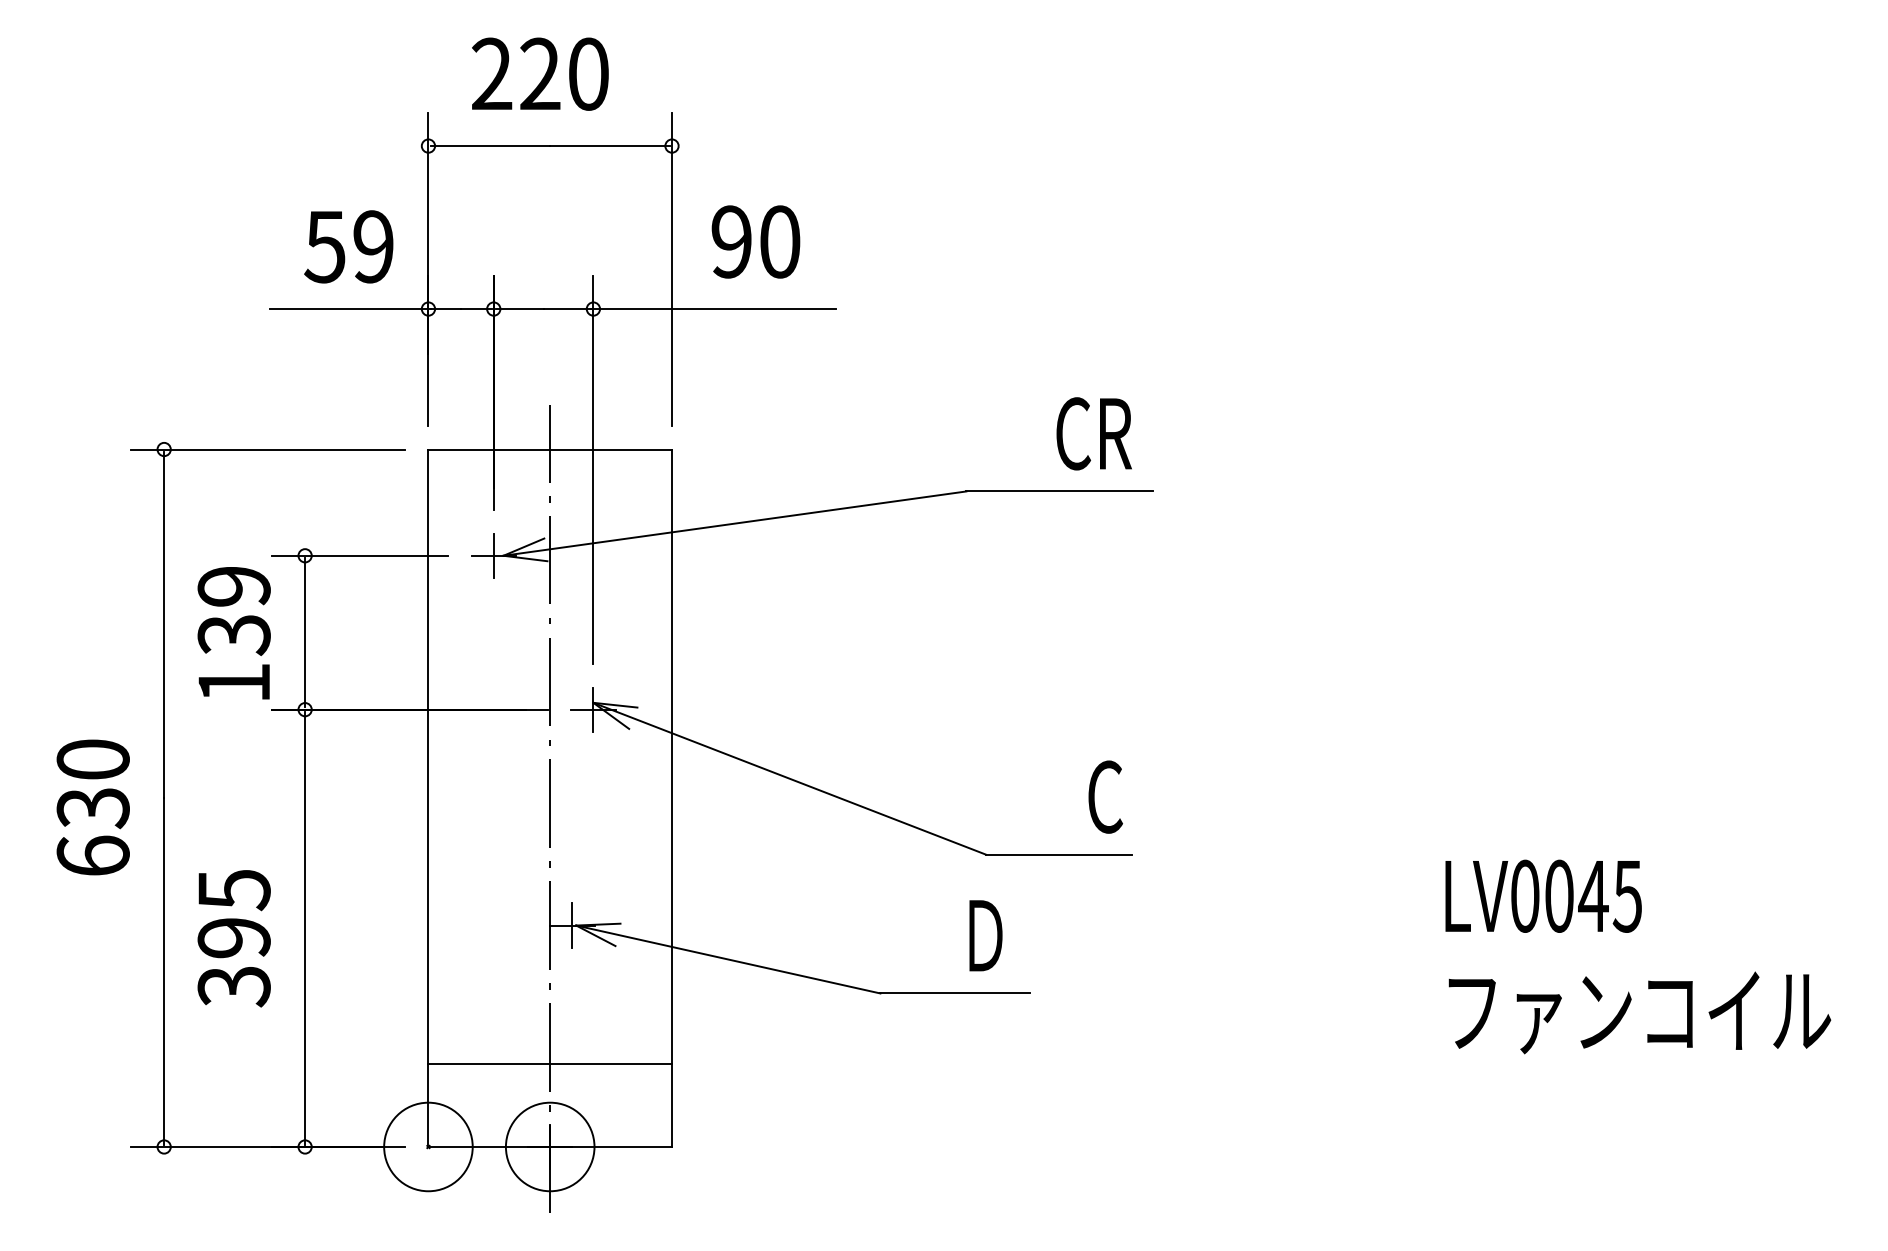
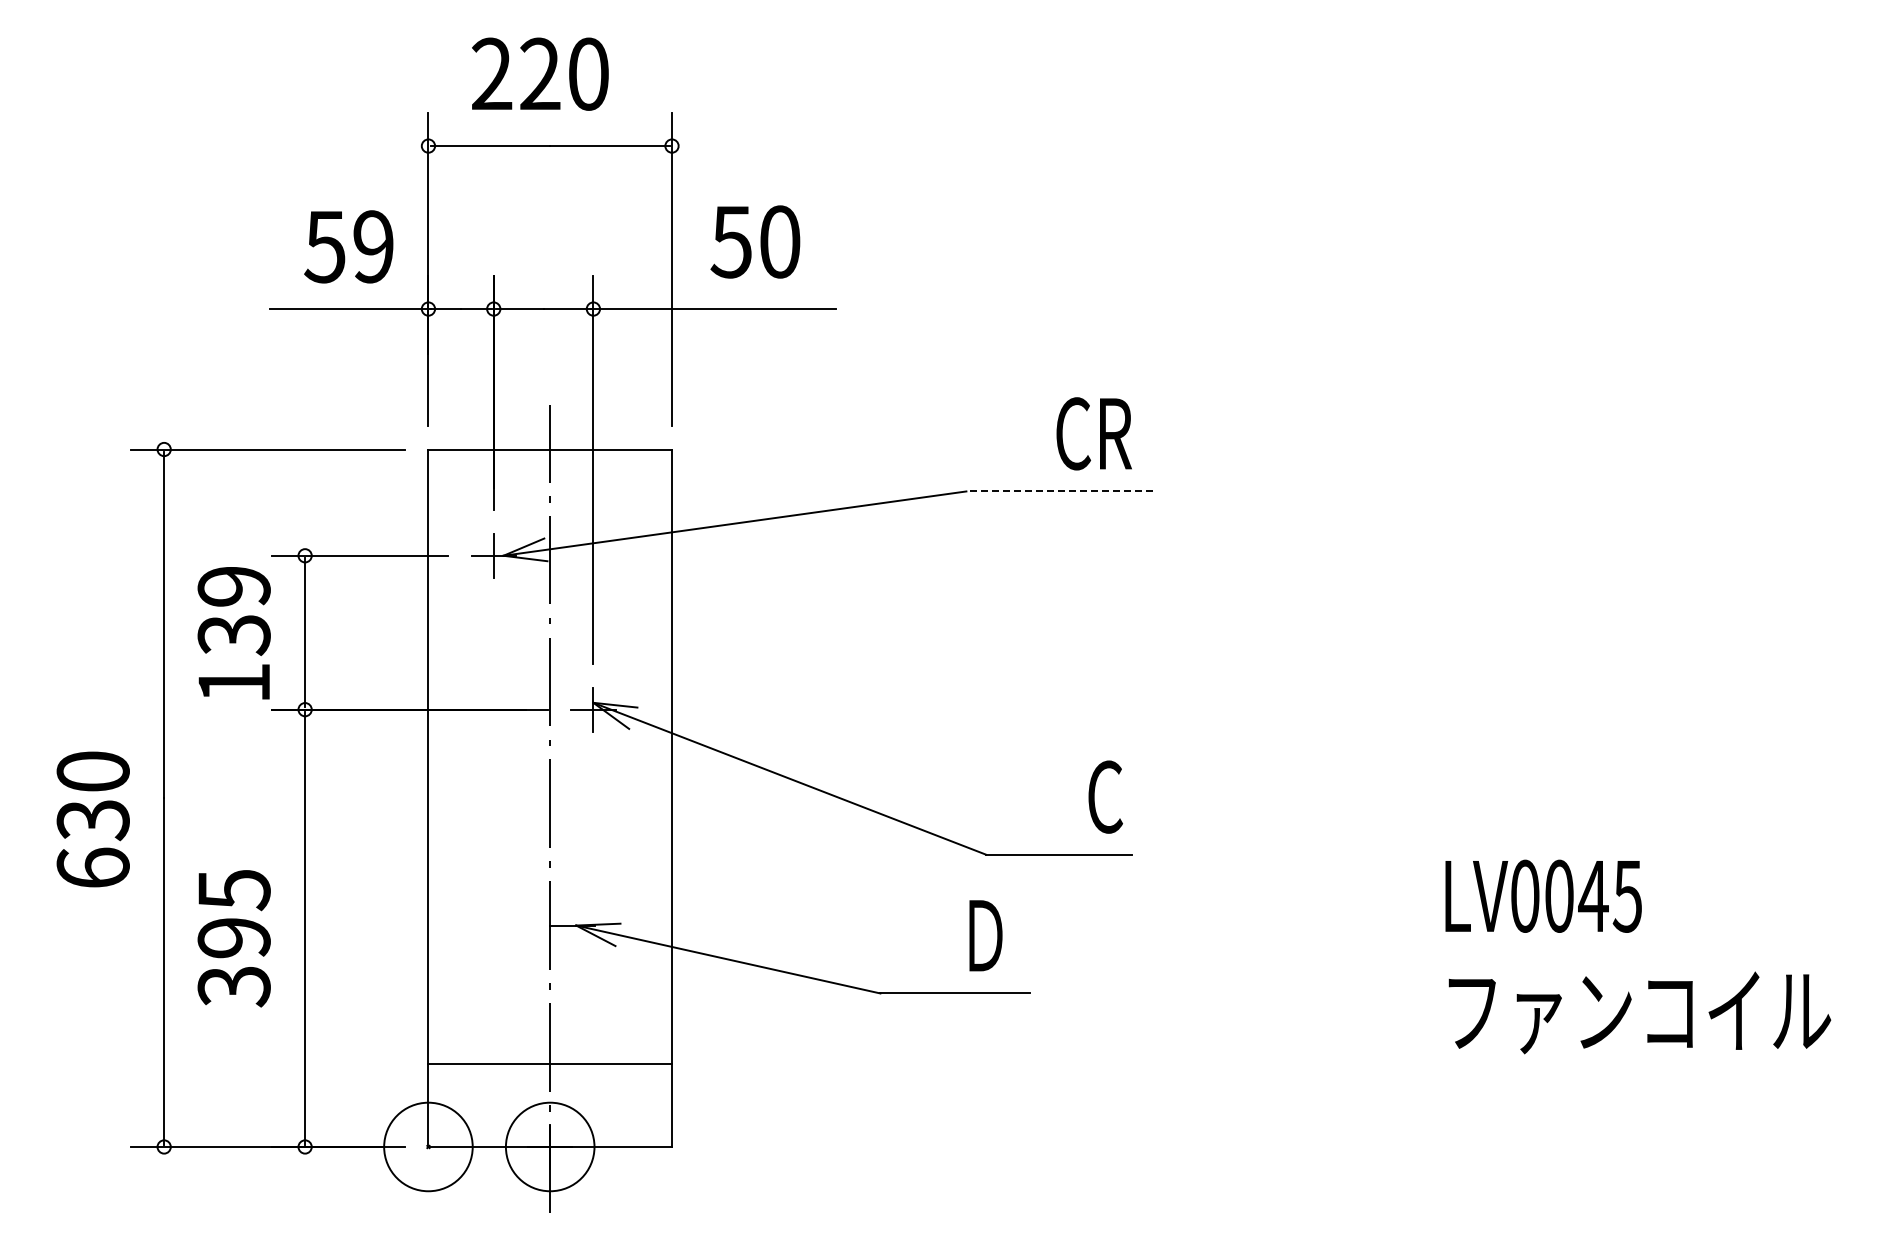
text at (730, 241): 90 -> 50
line at (1059, 491): solid -> dashed
text at (92, 807) position: (92, 807) -> (92, 819)
line at (572, 925): present -> none
